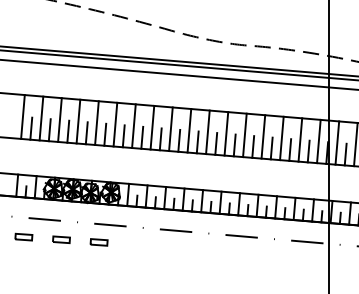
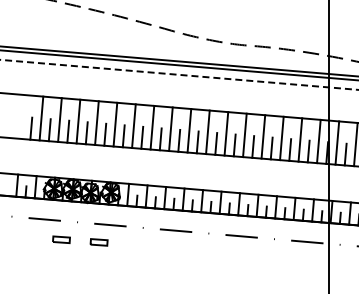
line at (180, 74): solid -> dashed
line at (22, 116): present -> none
part at (23, 236): present -> none
